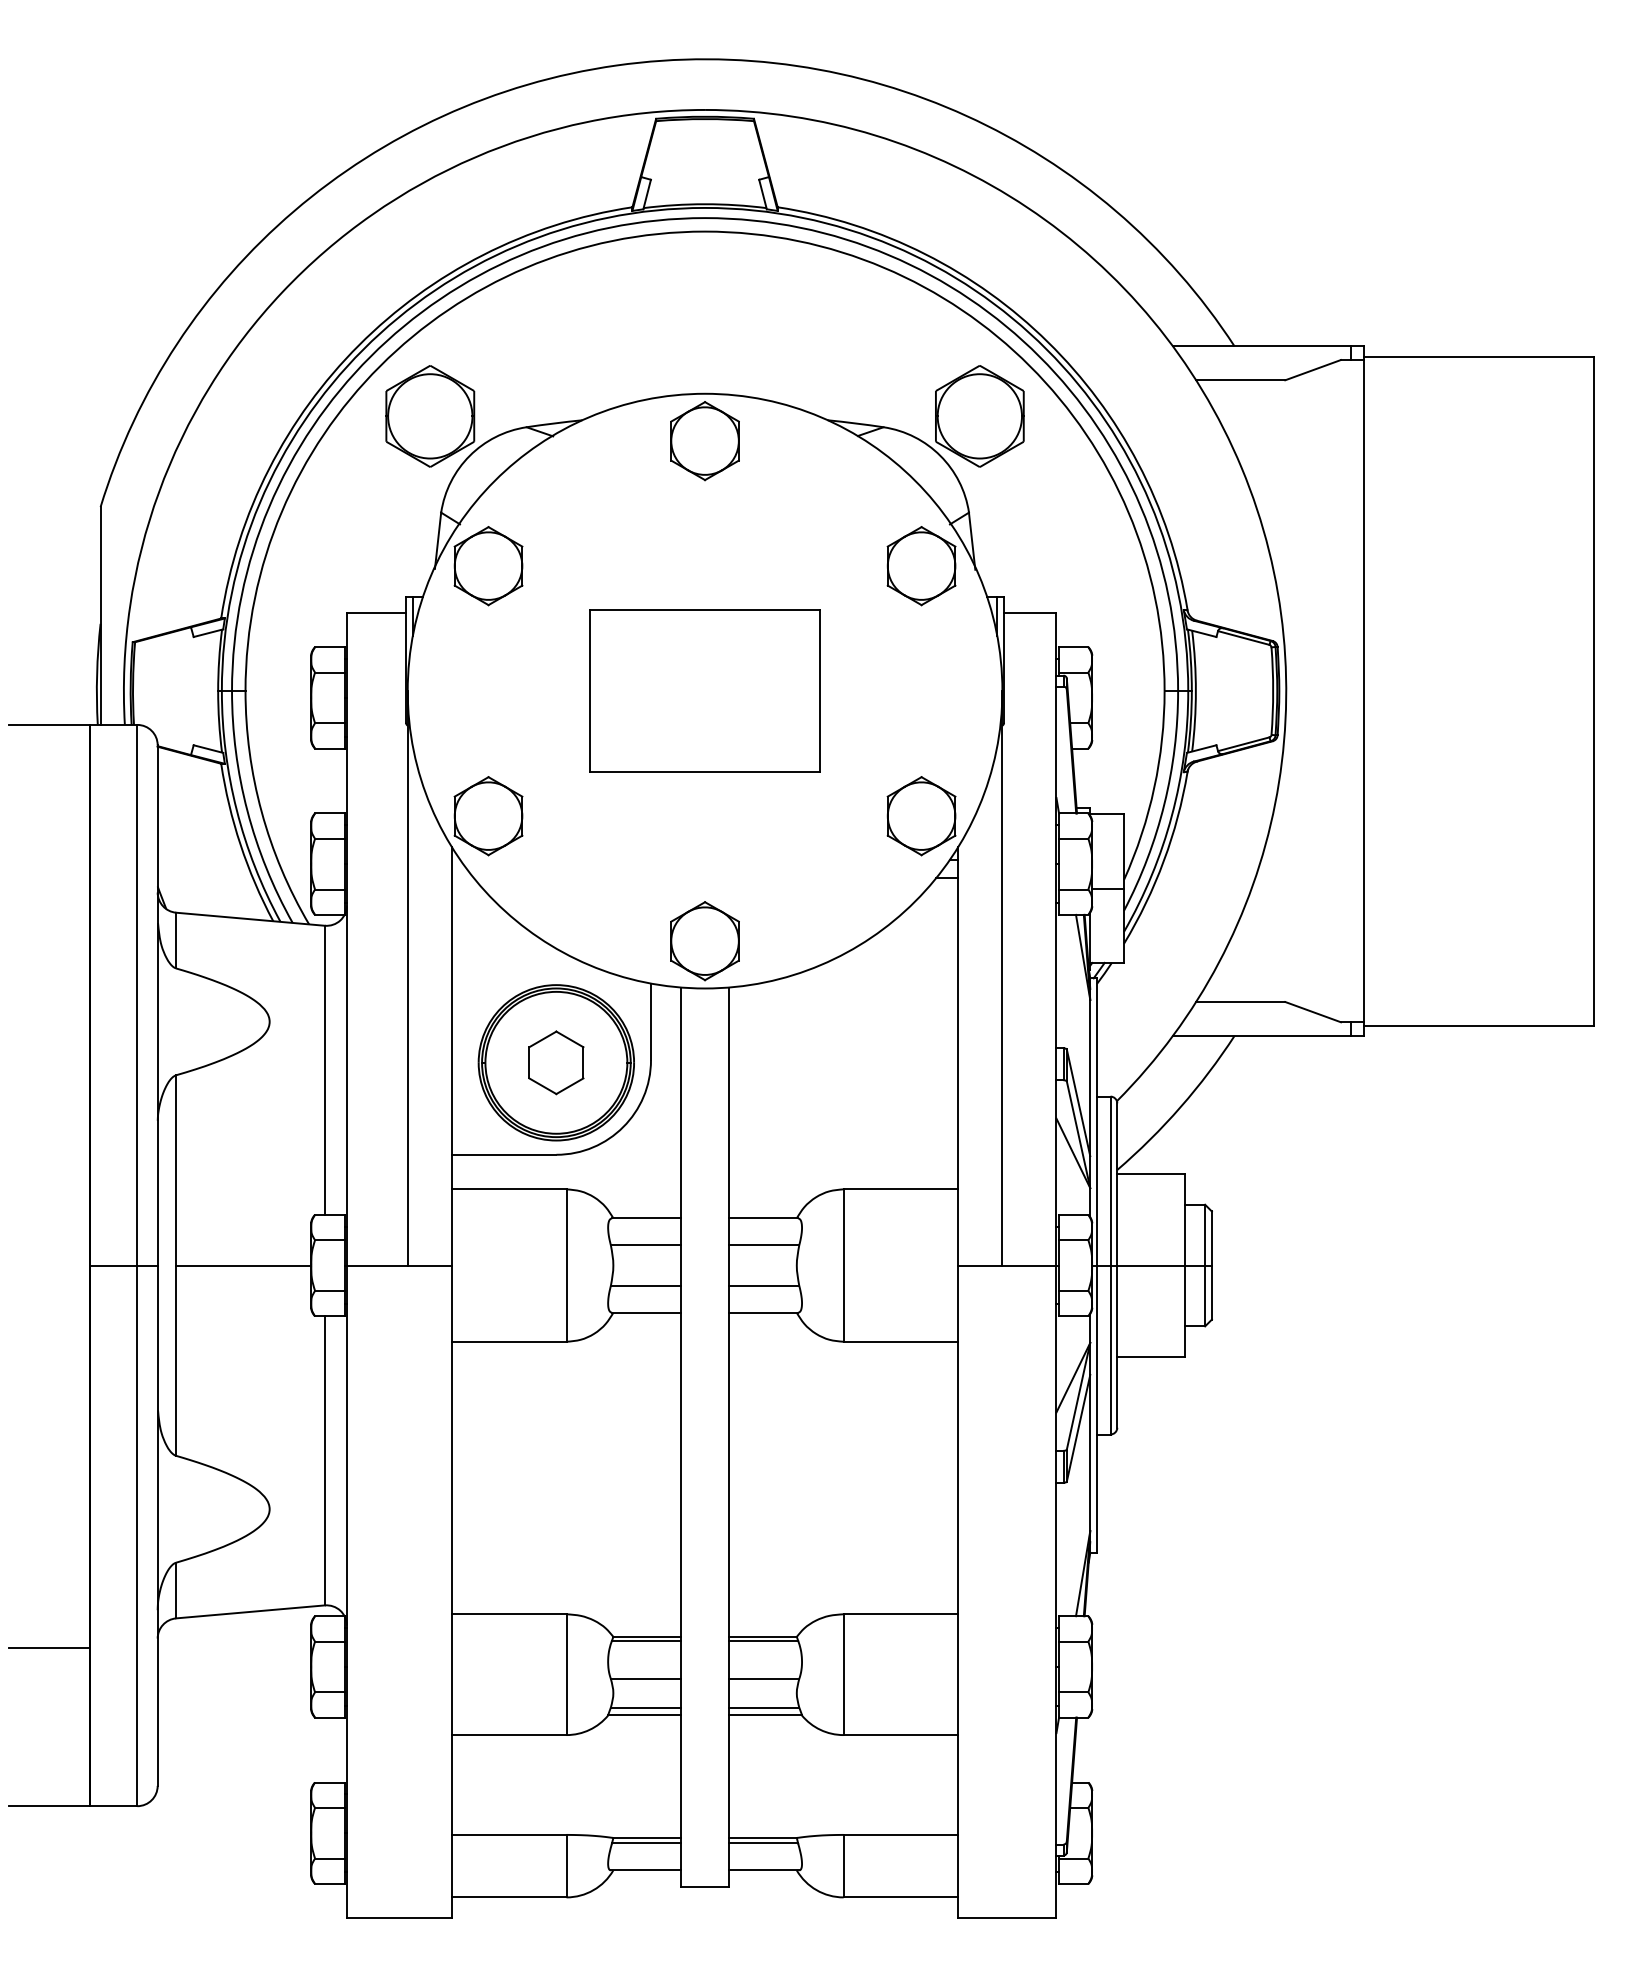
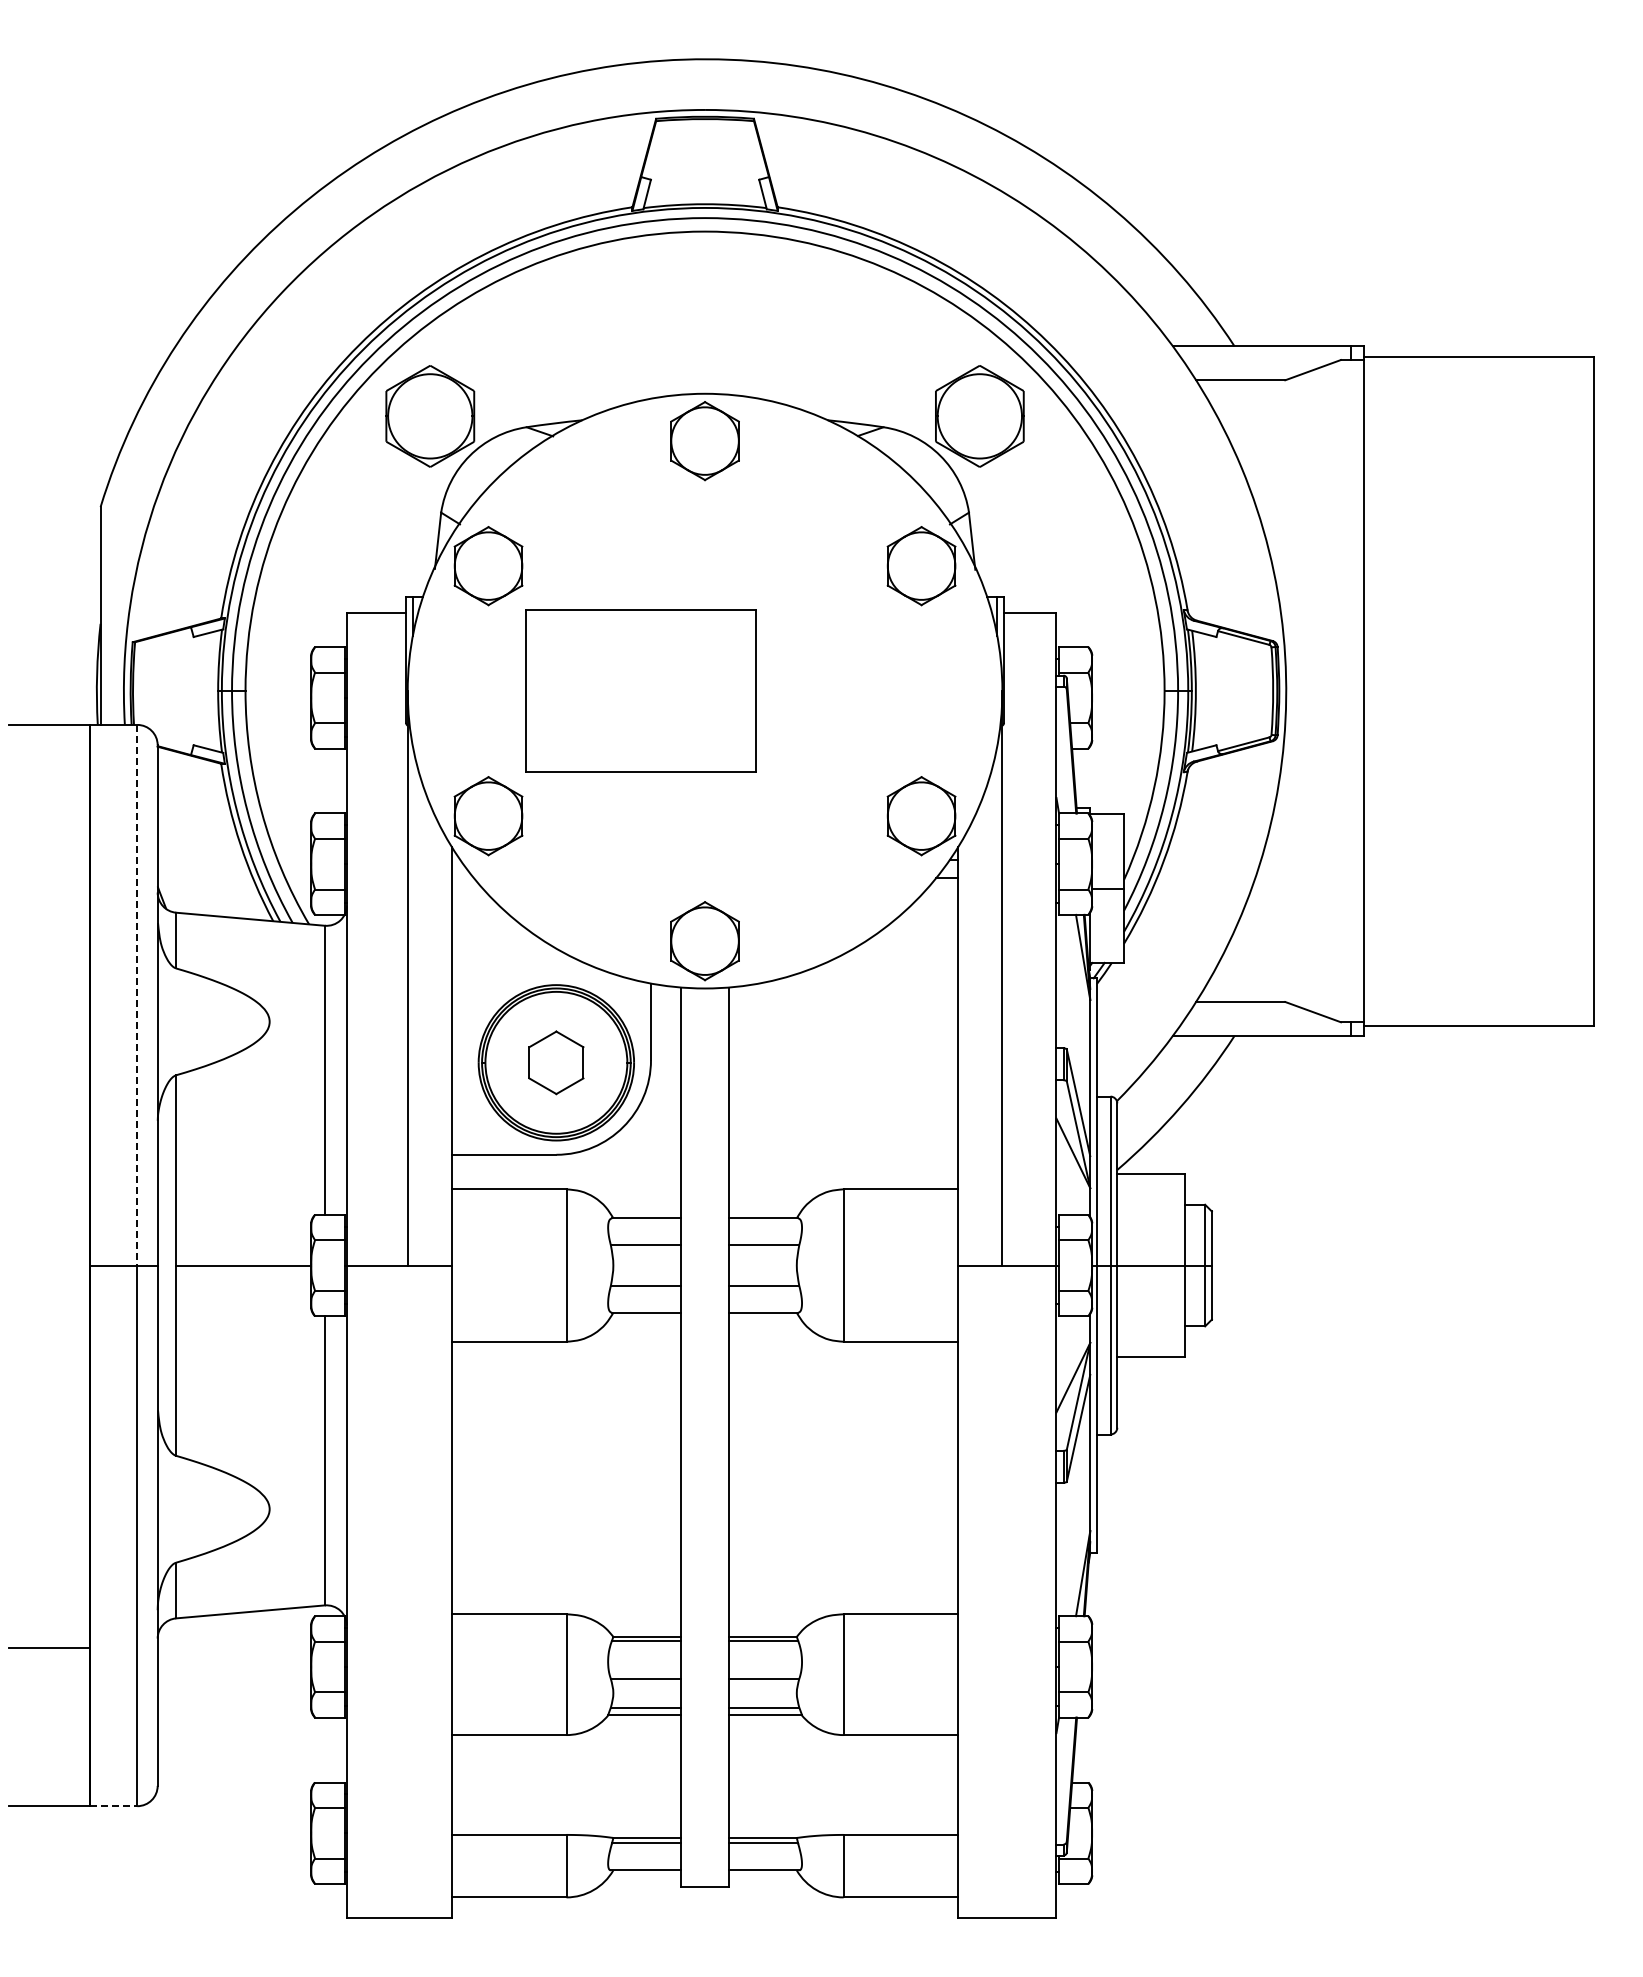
part at (704, 690) position: (704, 690) -> (640, 690)
line at (137, 995): solid -> dashed
line at (113, 1806): solid -> dashed
